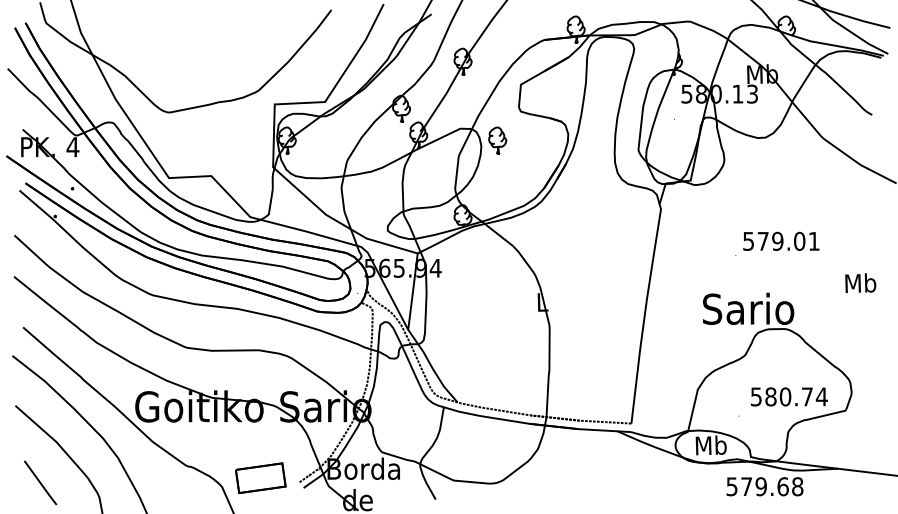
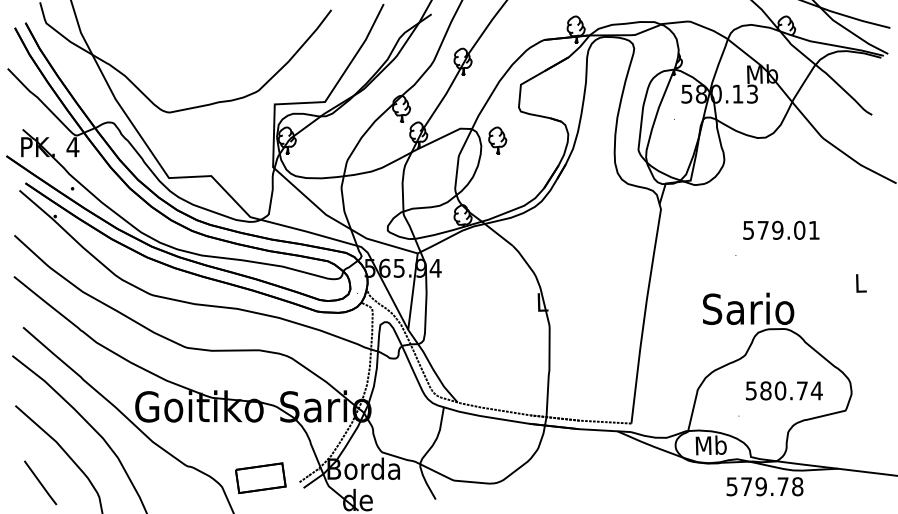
text at (781, 240) position: (781, 240) -> (781, 229)
text at (860, 282): Mb -> L
text at (789, 396) position: (789, 396) -> (784, 390)
text at (782, 486): 579.68 -> 579.78
